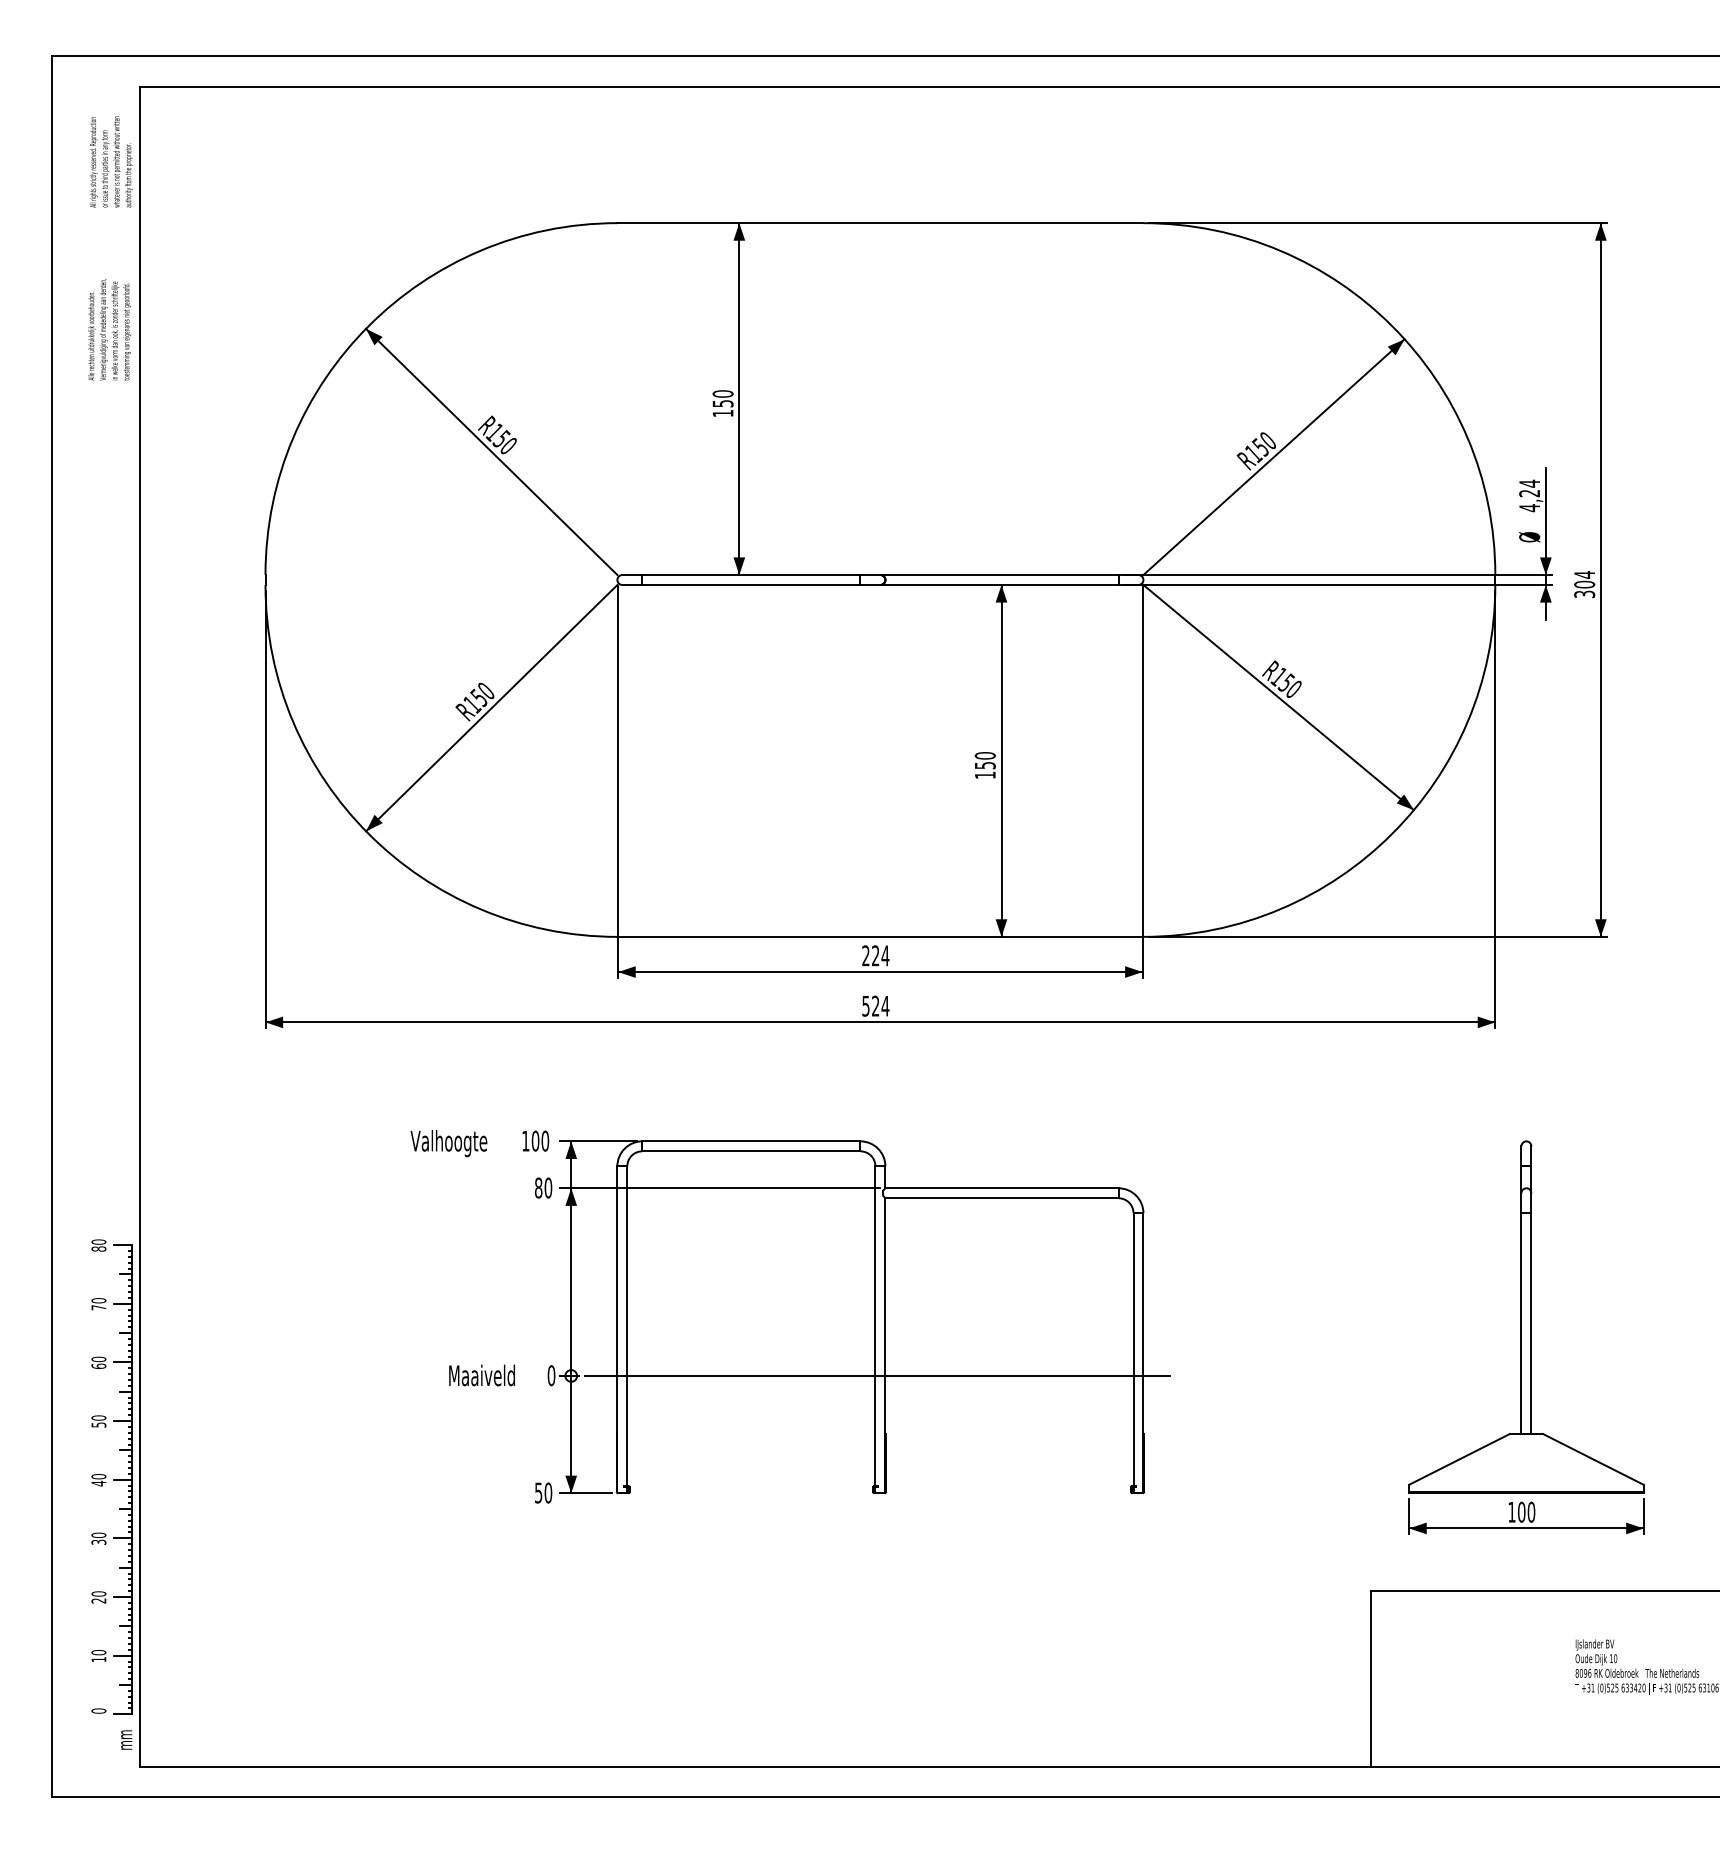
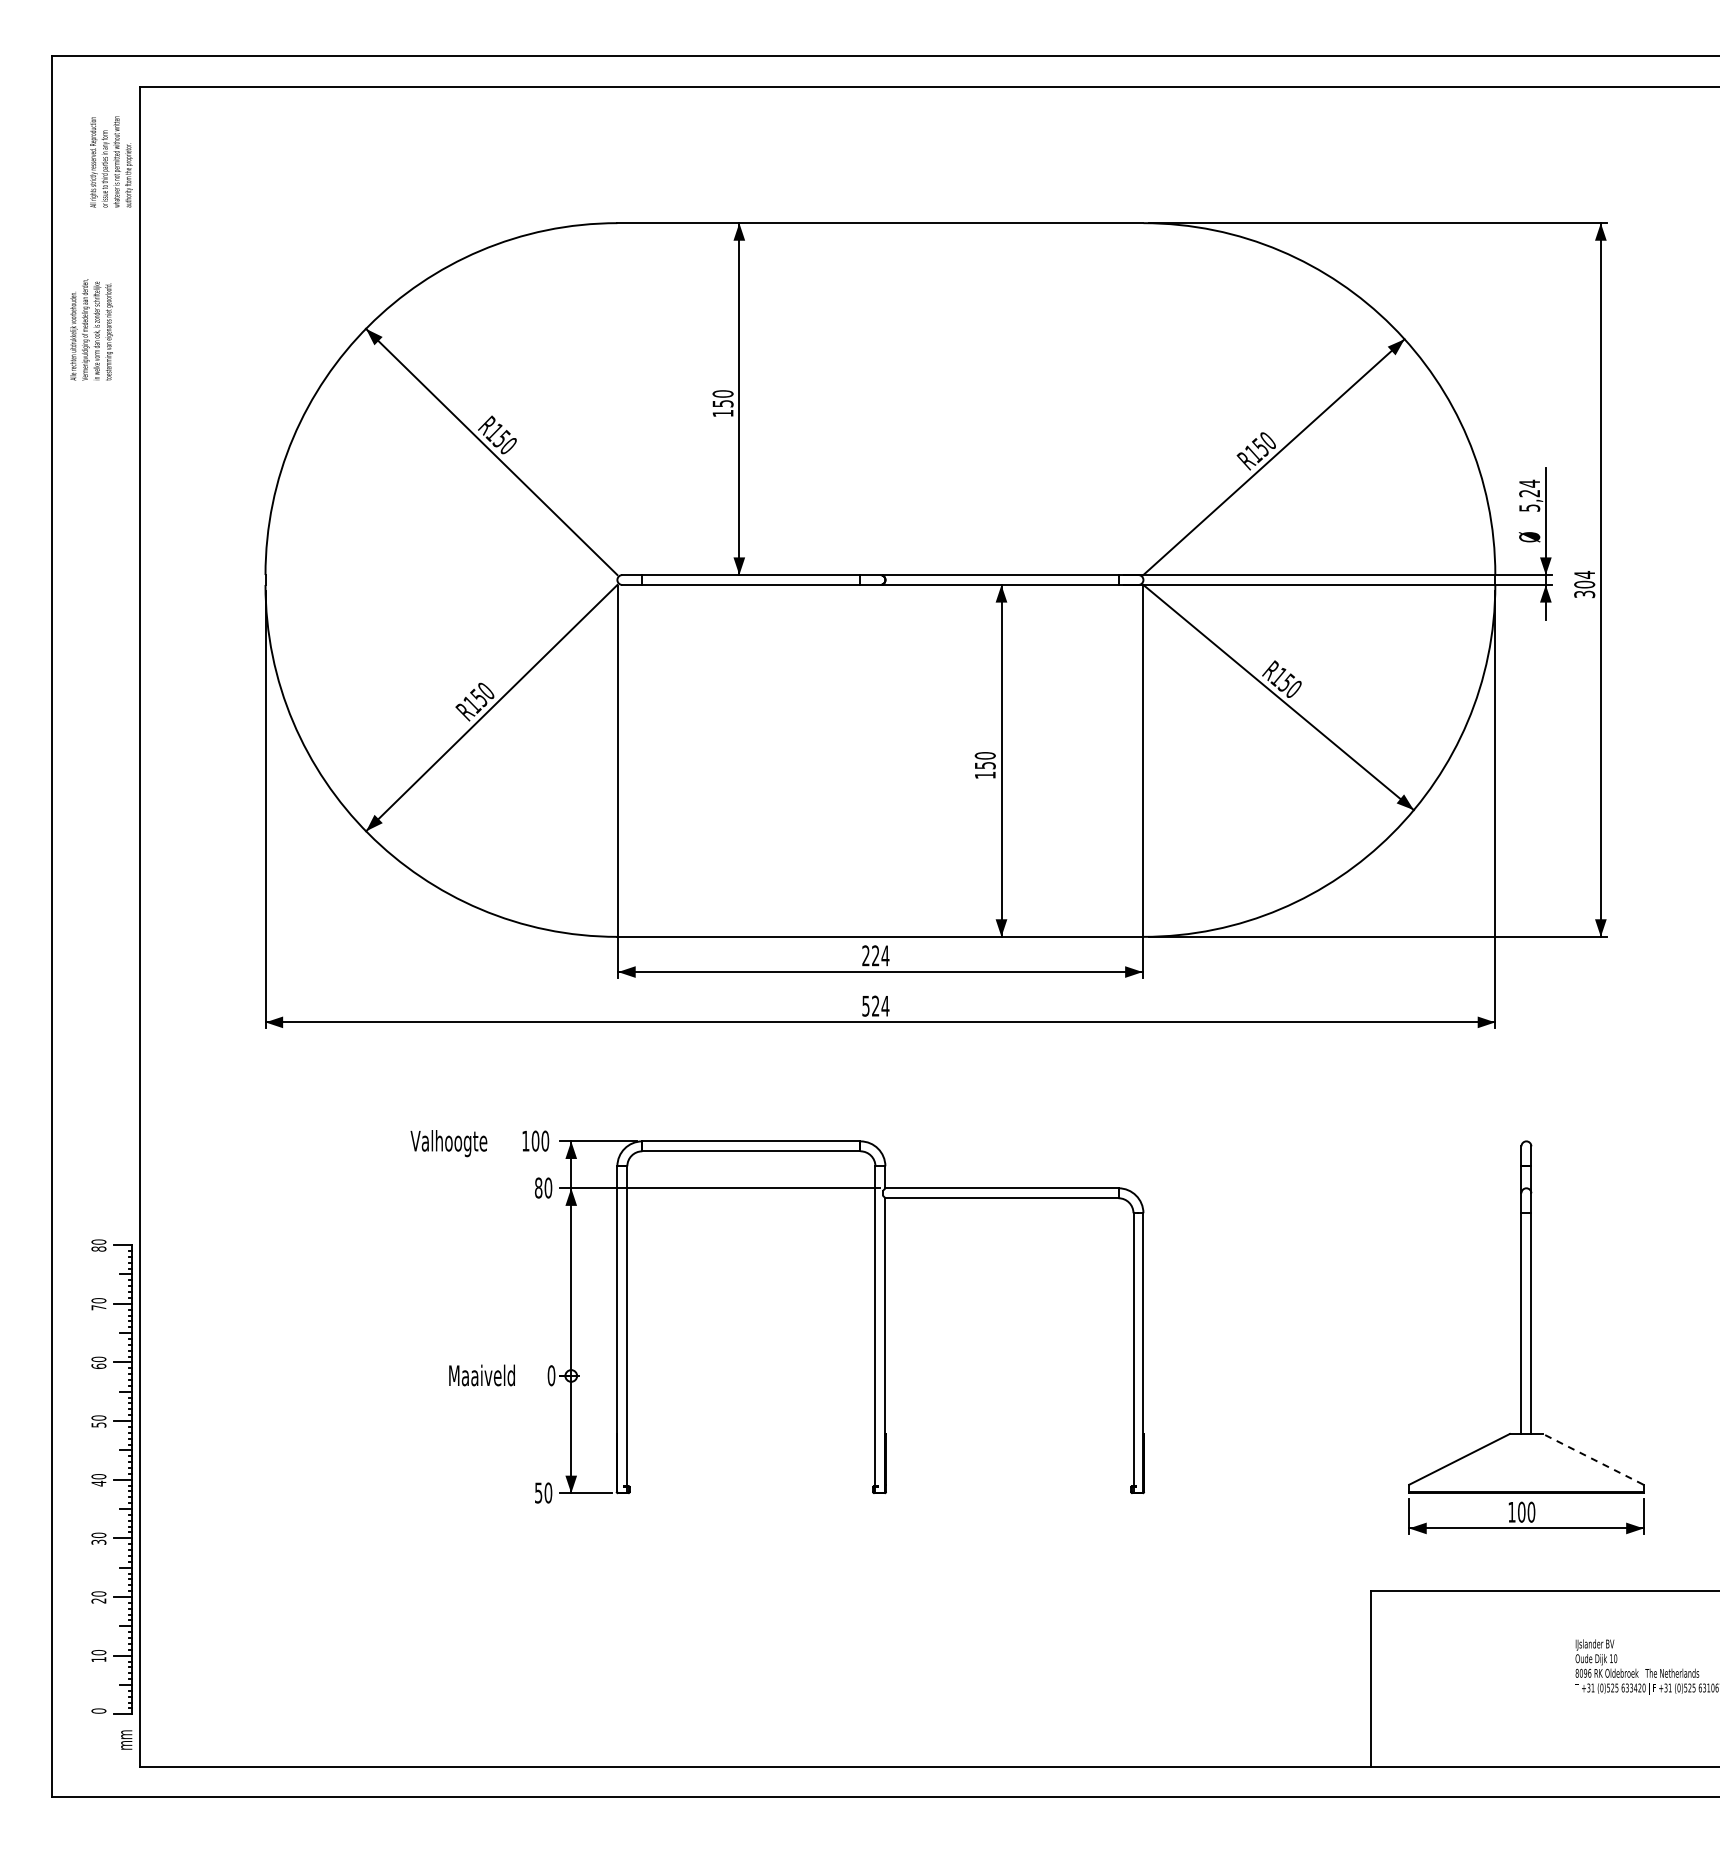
text at (109, 329) position: (109, 329) -> (91, 329)
text at (1529, 508): 4,24 -> 5,24
line at (877, 1375): present -> none
line at (1592, 1459): solid -> dashed
